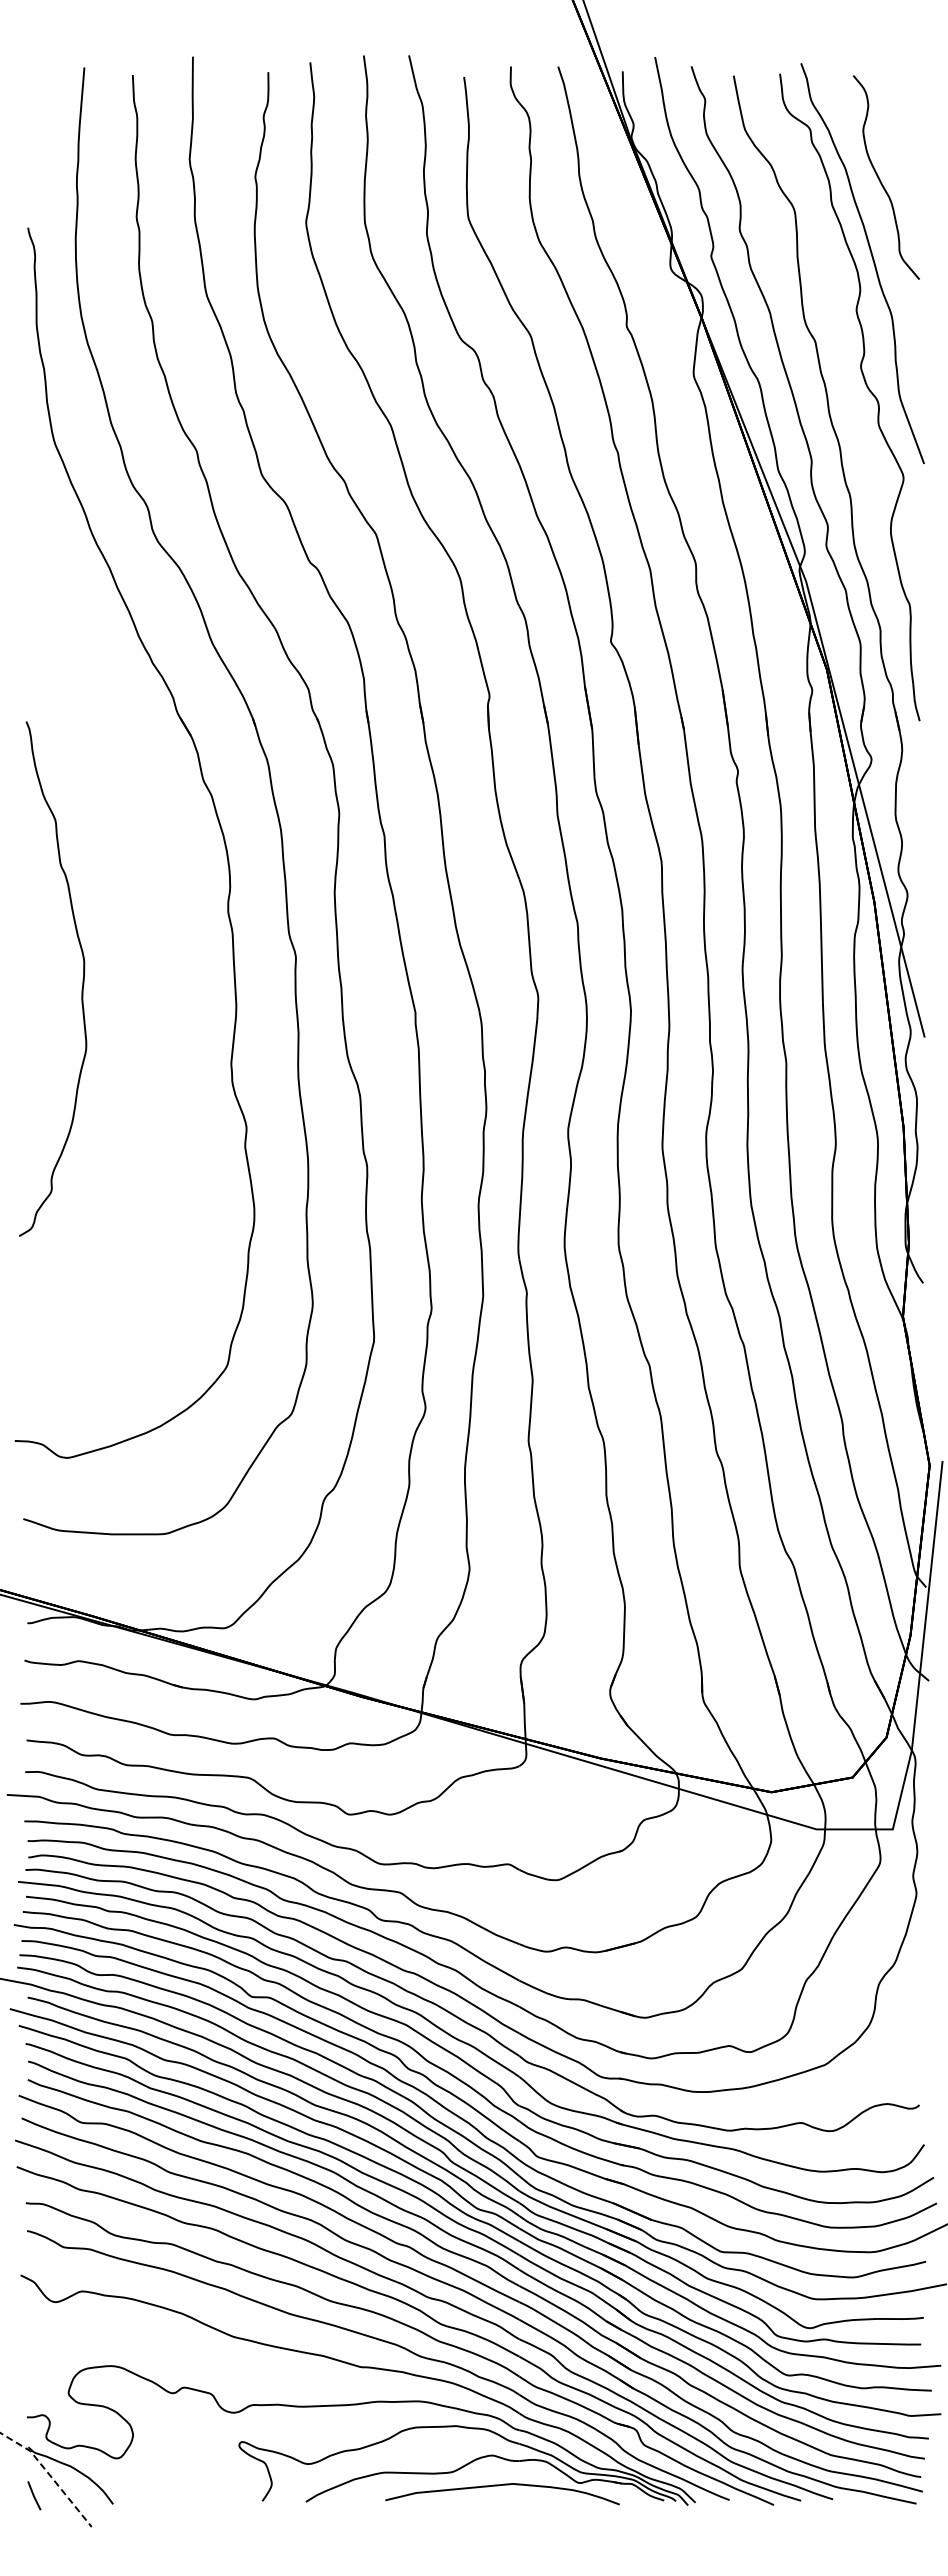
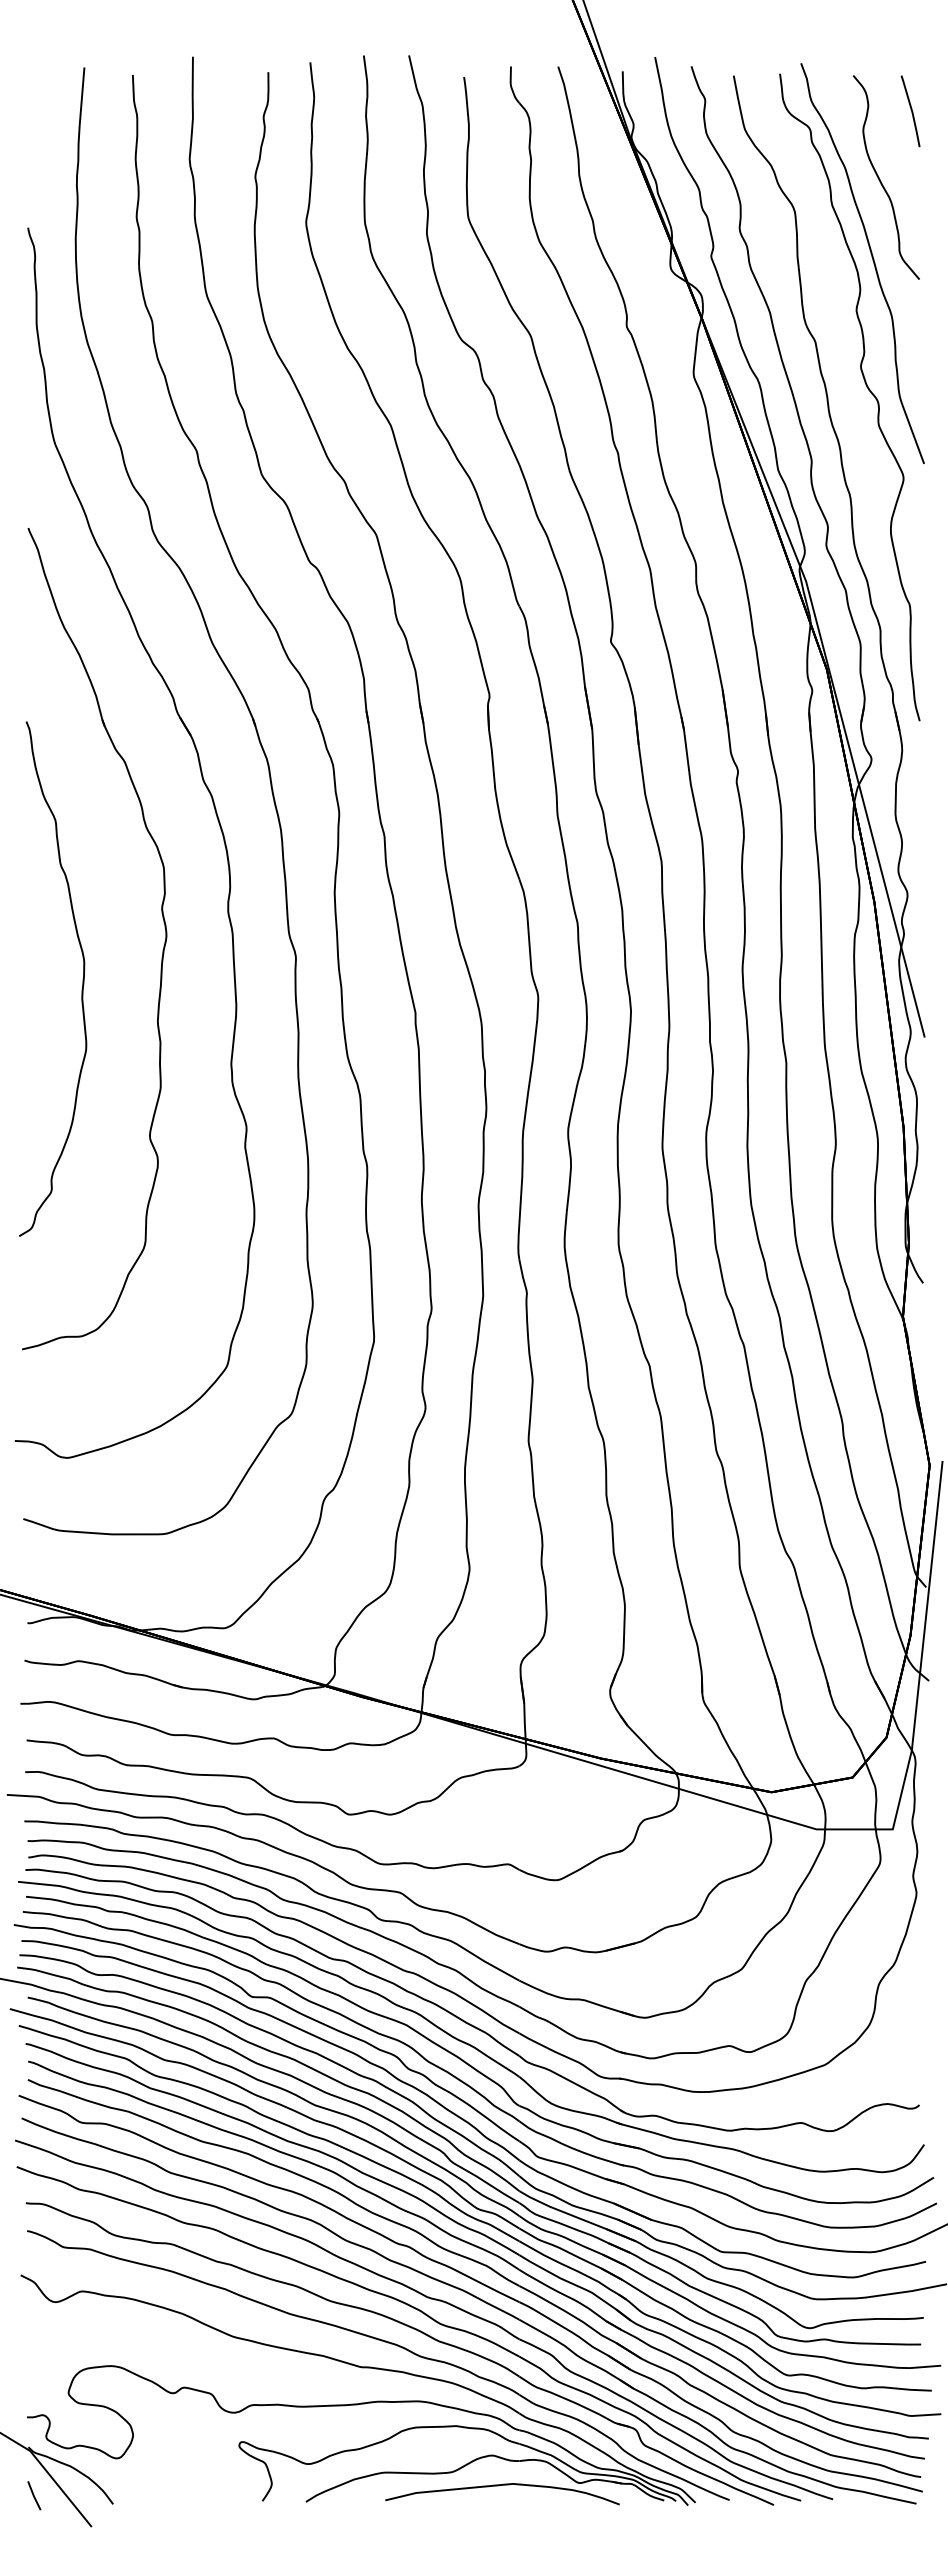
line at (911, 111): none -> present
part at (162, 950): none -> present
line at (49, 2475): dashed -> solid
